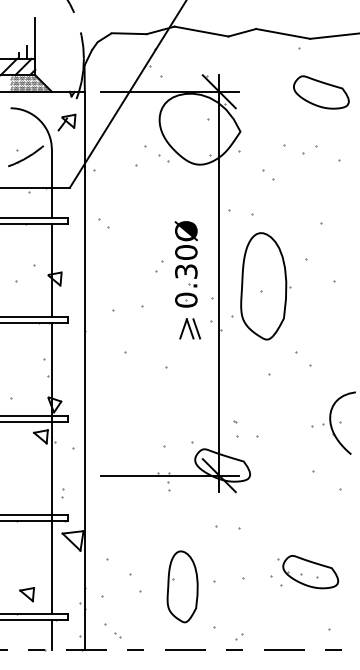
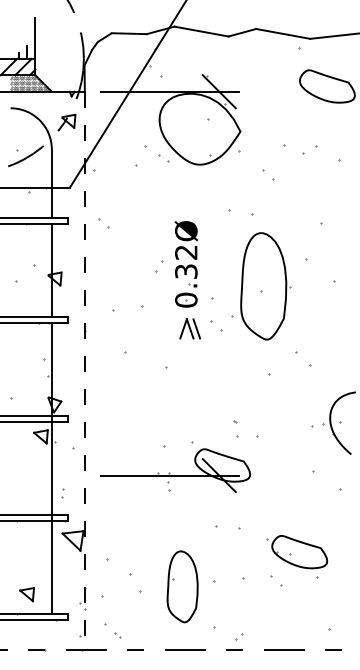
part at (321, 92) position: (321, 92) -> (327, 86)
text at (186, 252): 0.30Ø -> 0.32Ø
line at (219, 283): present -> none
line at (84, 371): solid -> dashed
part at (308, 572) position: (308, 572) -> (297, 552)
line at (51, 634): present -> none
